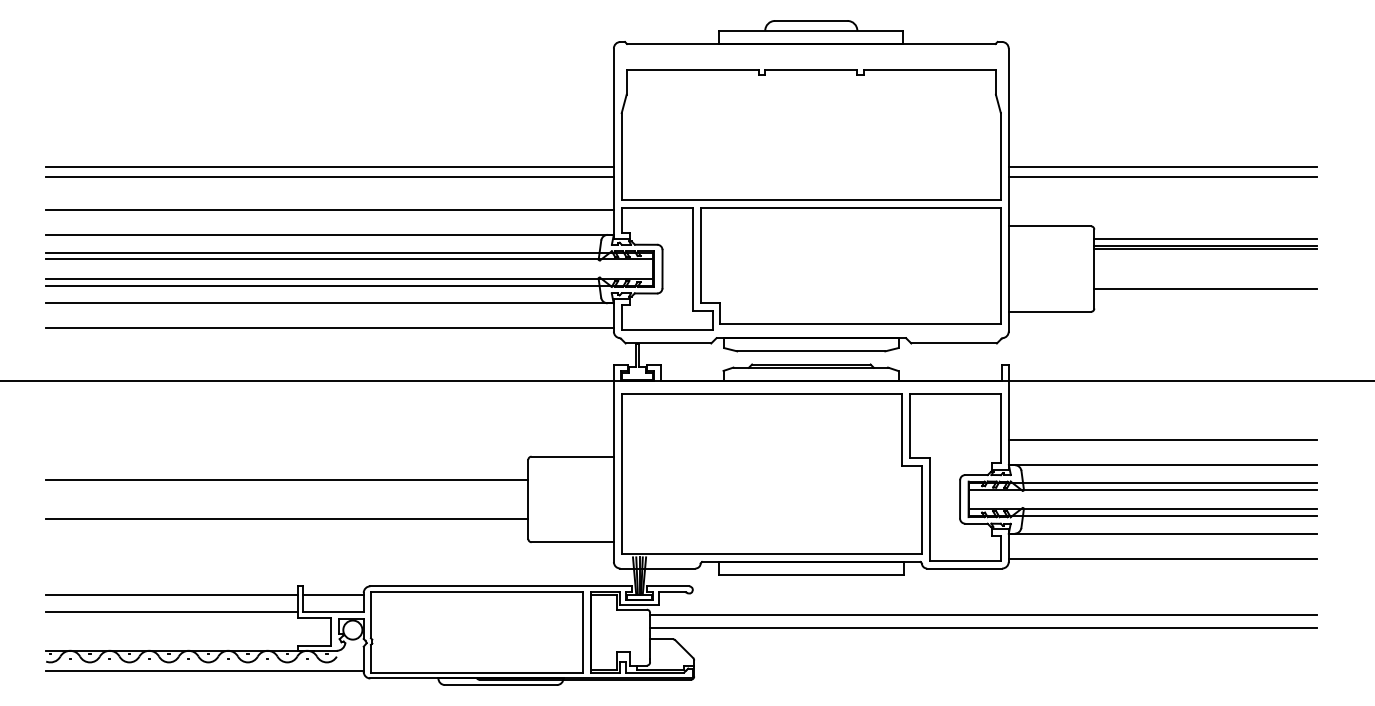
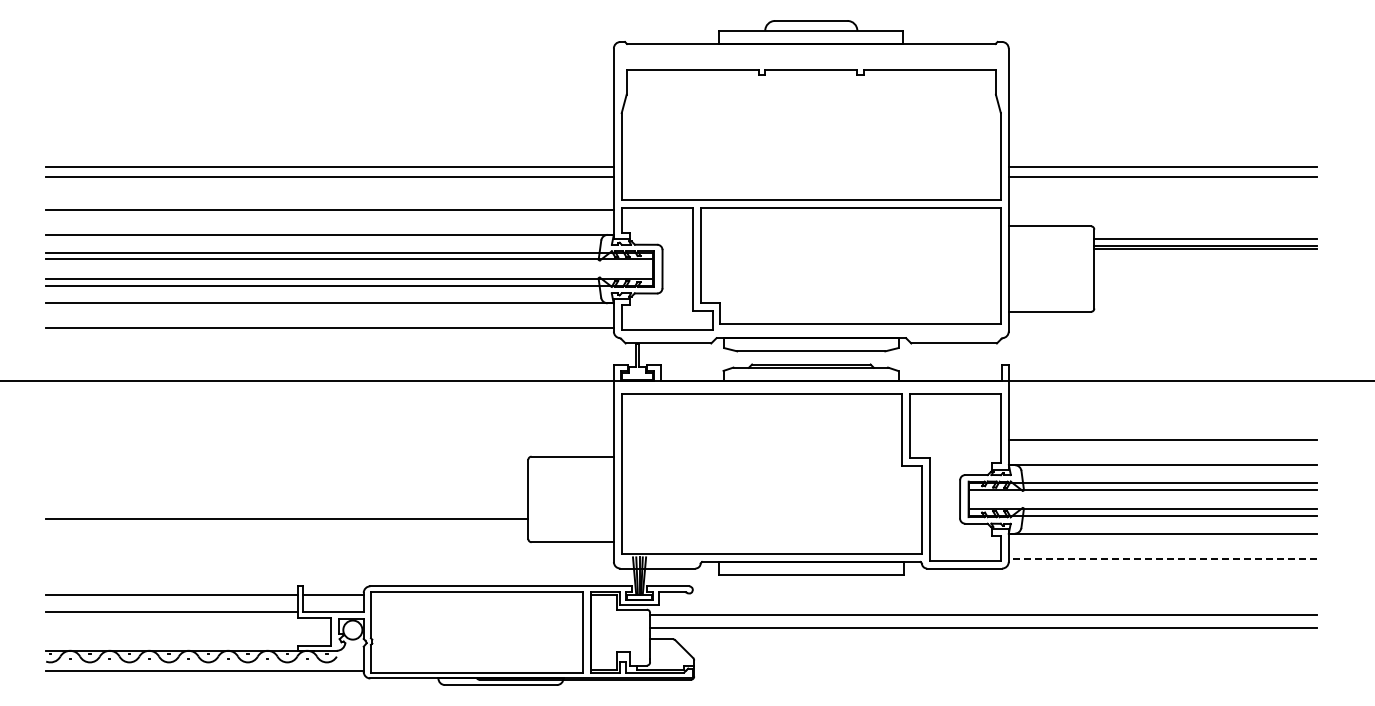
line at (1205, 288): present -> none
line at (287, 479): present -> none
line at (1162, 558): solid -> dashed
